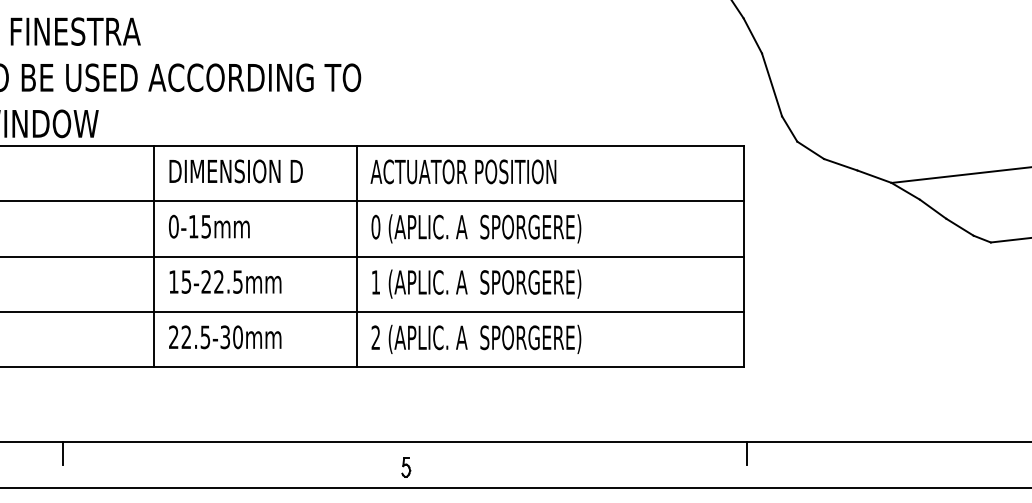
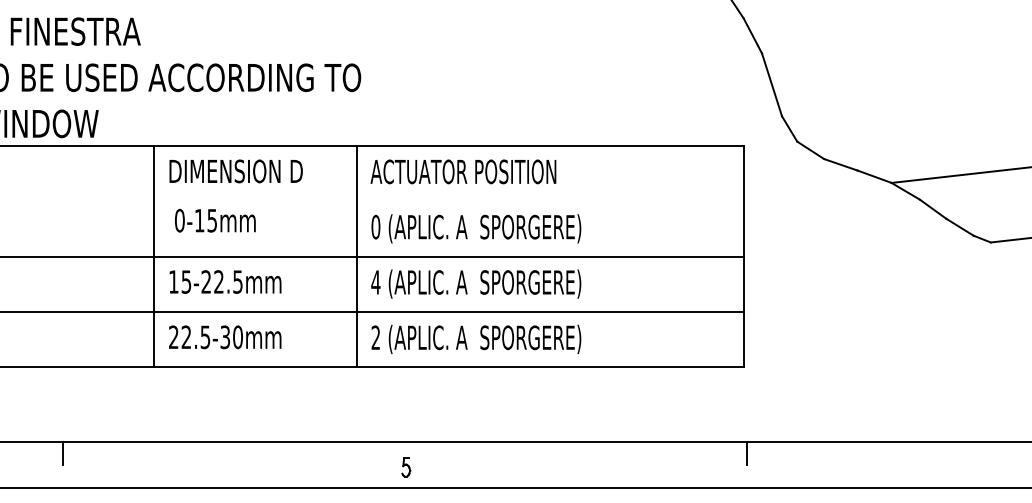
line at (372, 201): present -> none
text at (209, 226) position: (209, 226) -> (215, 220)
text at (375, 282): 1 -> 4
